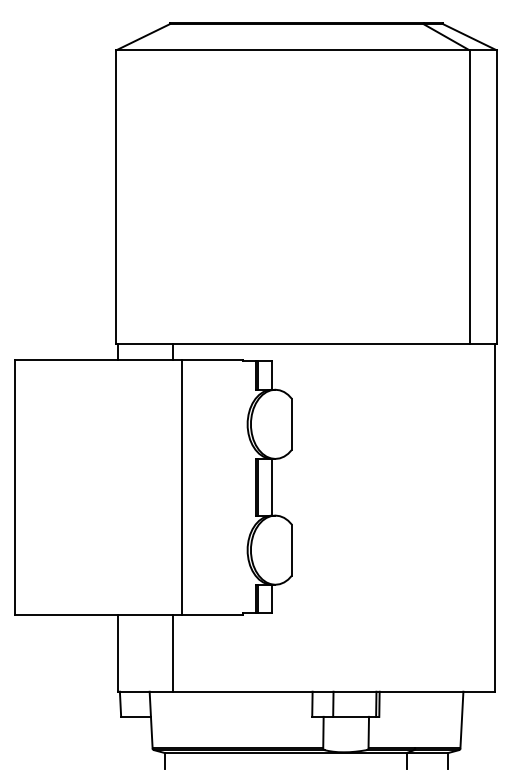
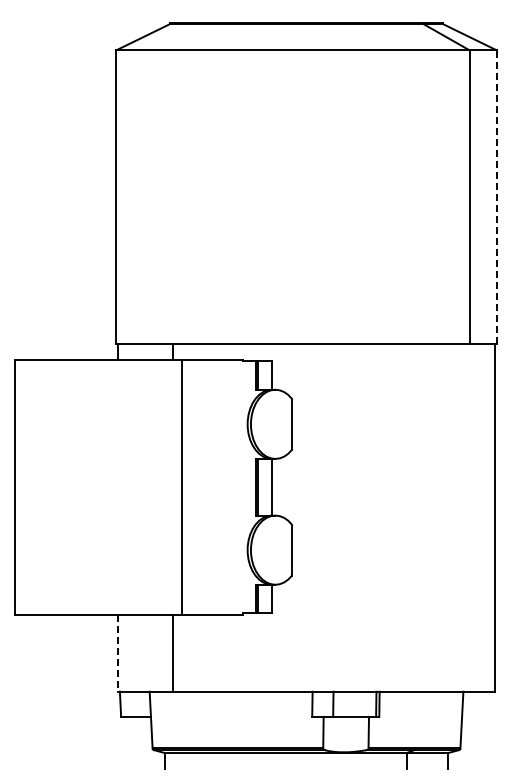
line at (496, 197): solid -> dashed
line at (117, 653): solid -> dashed
